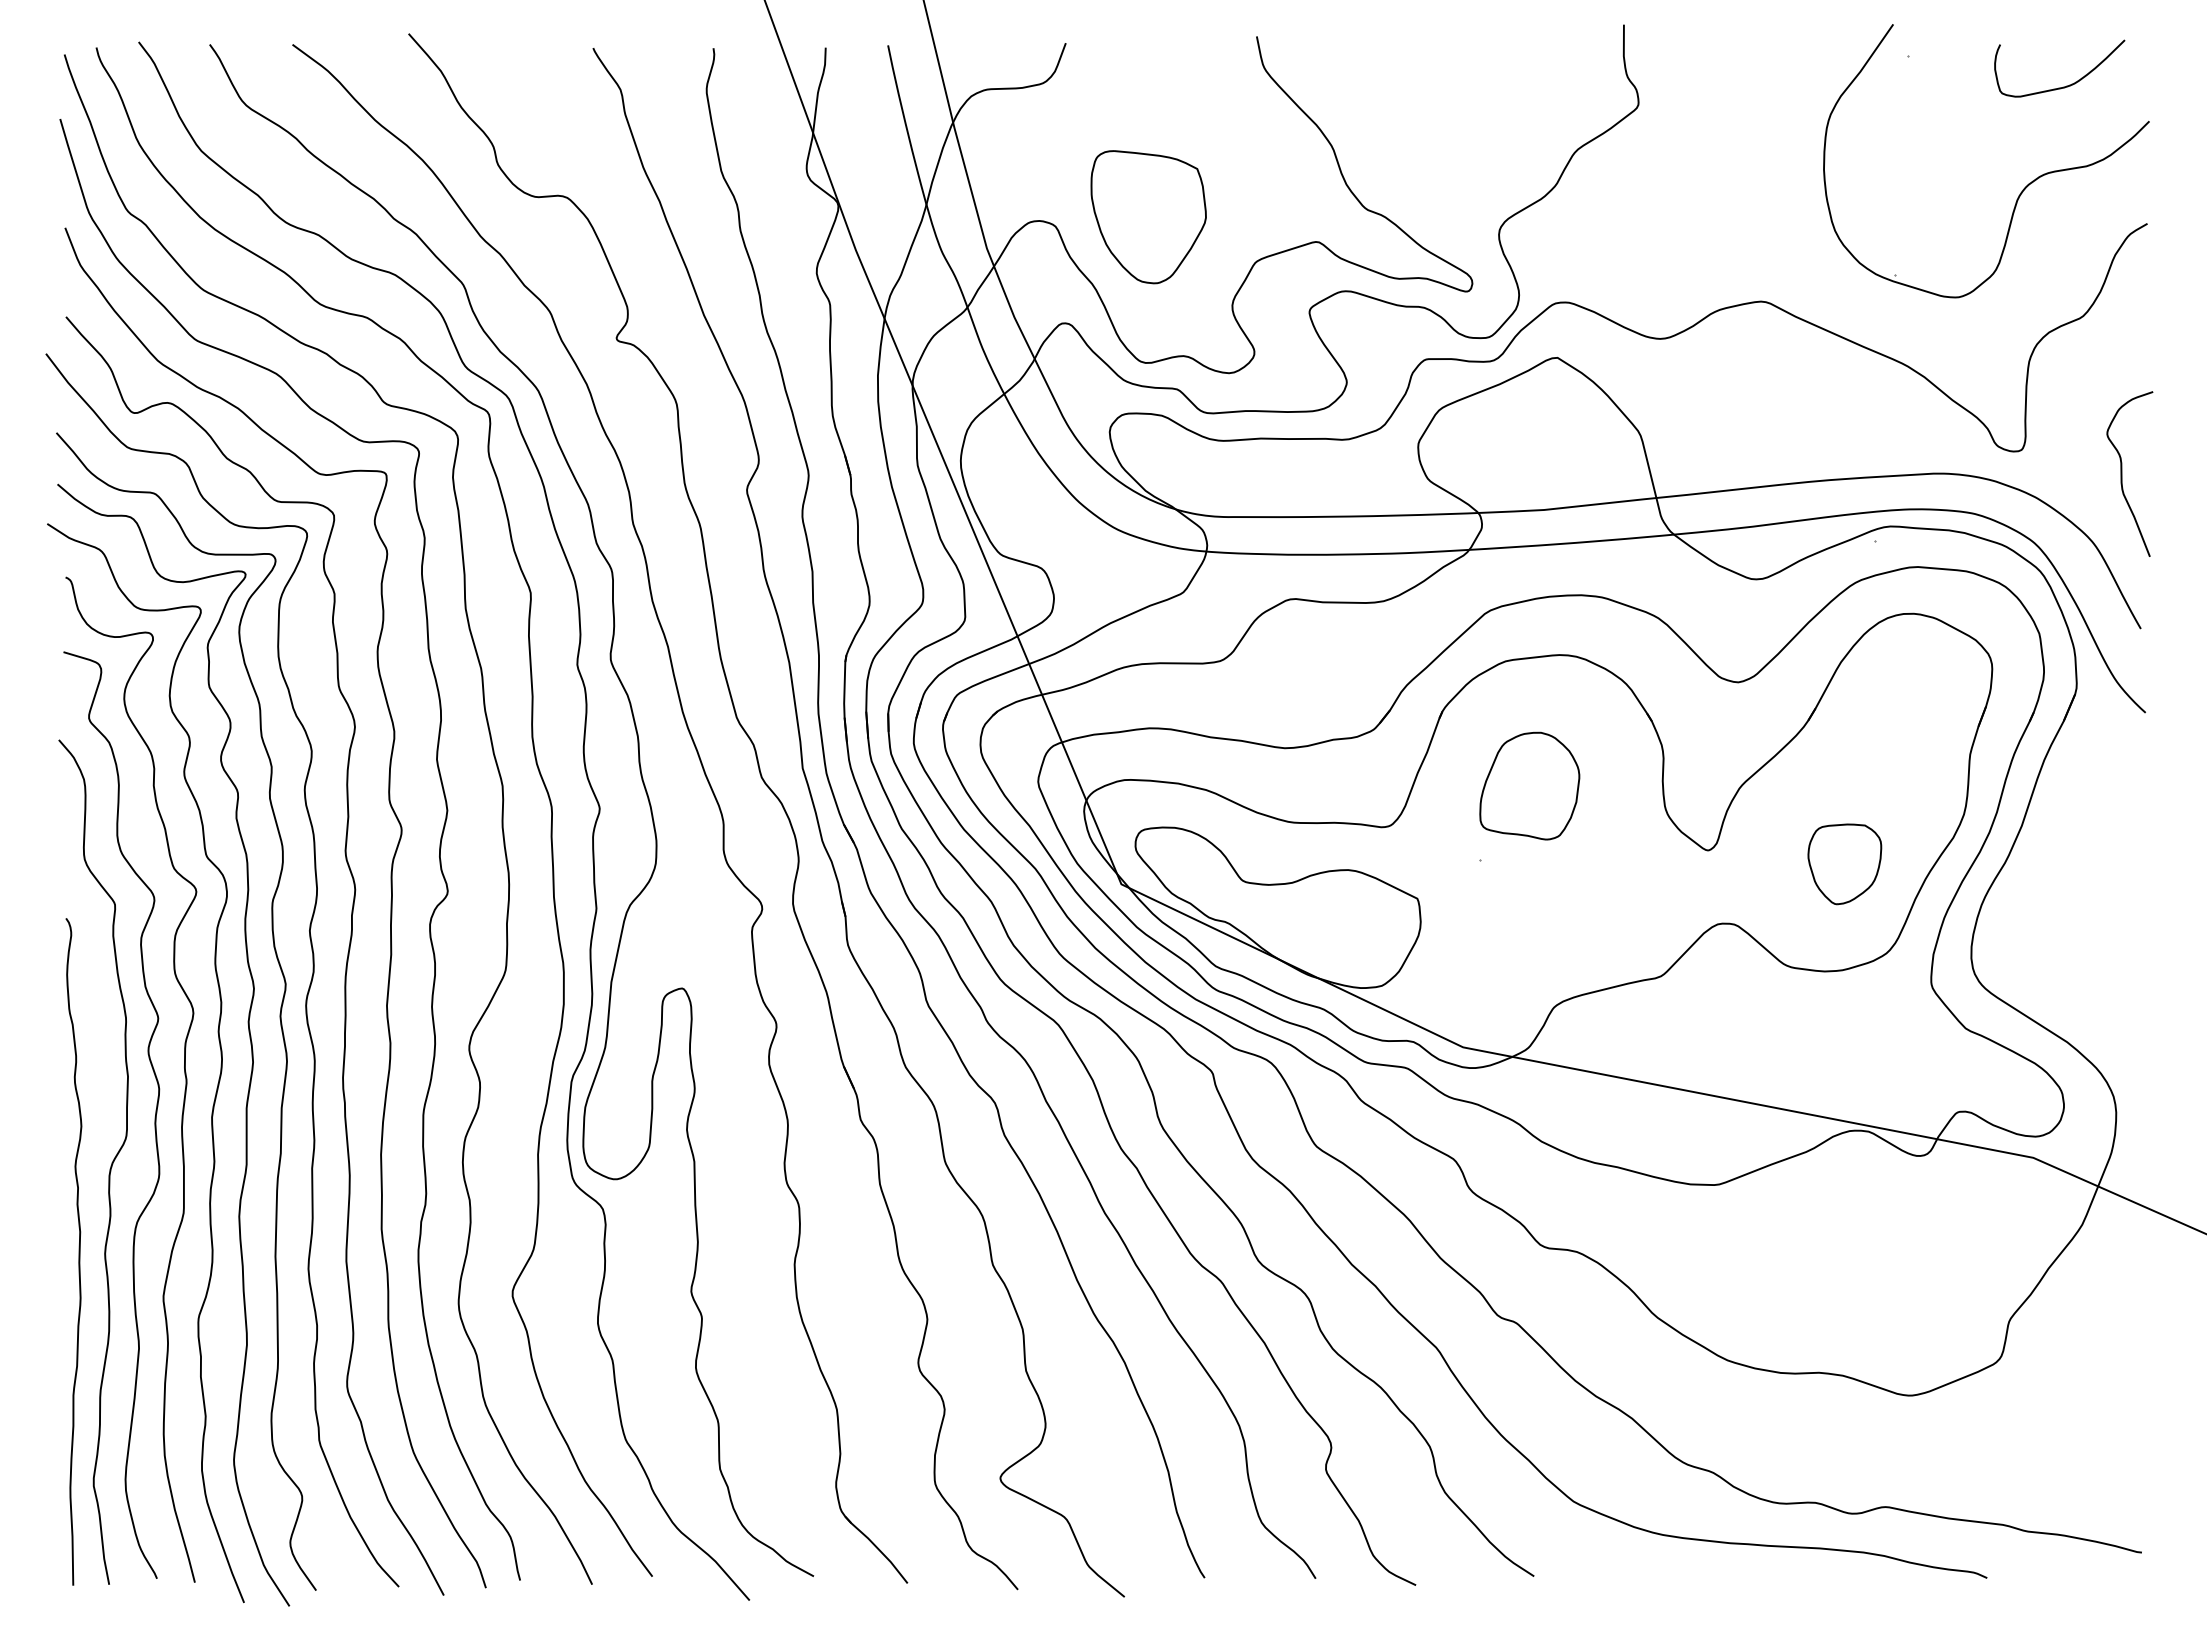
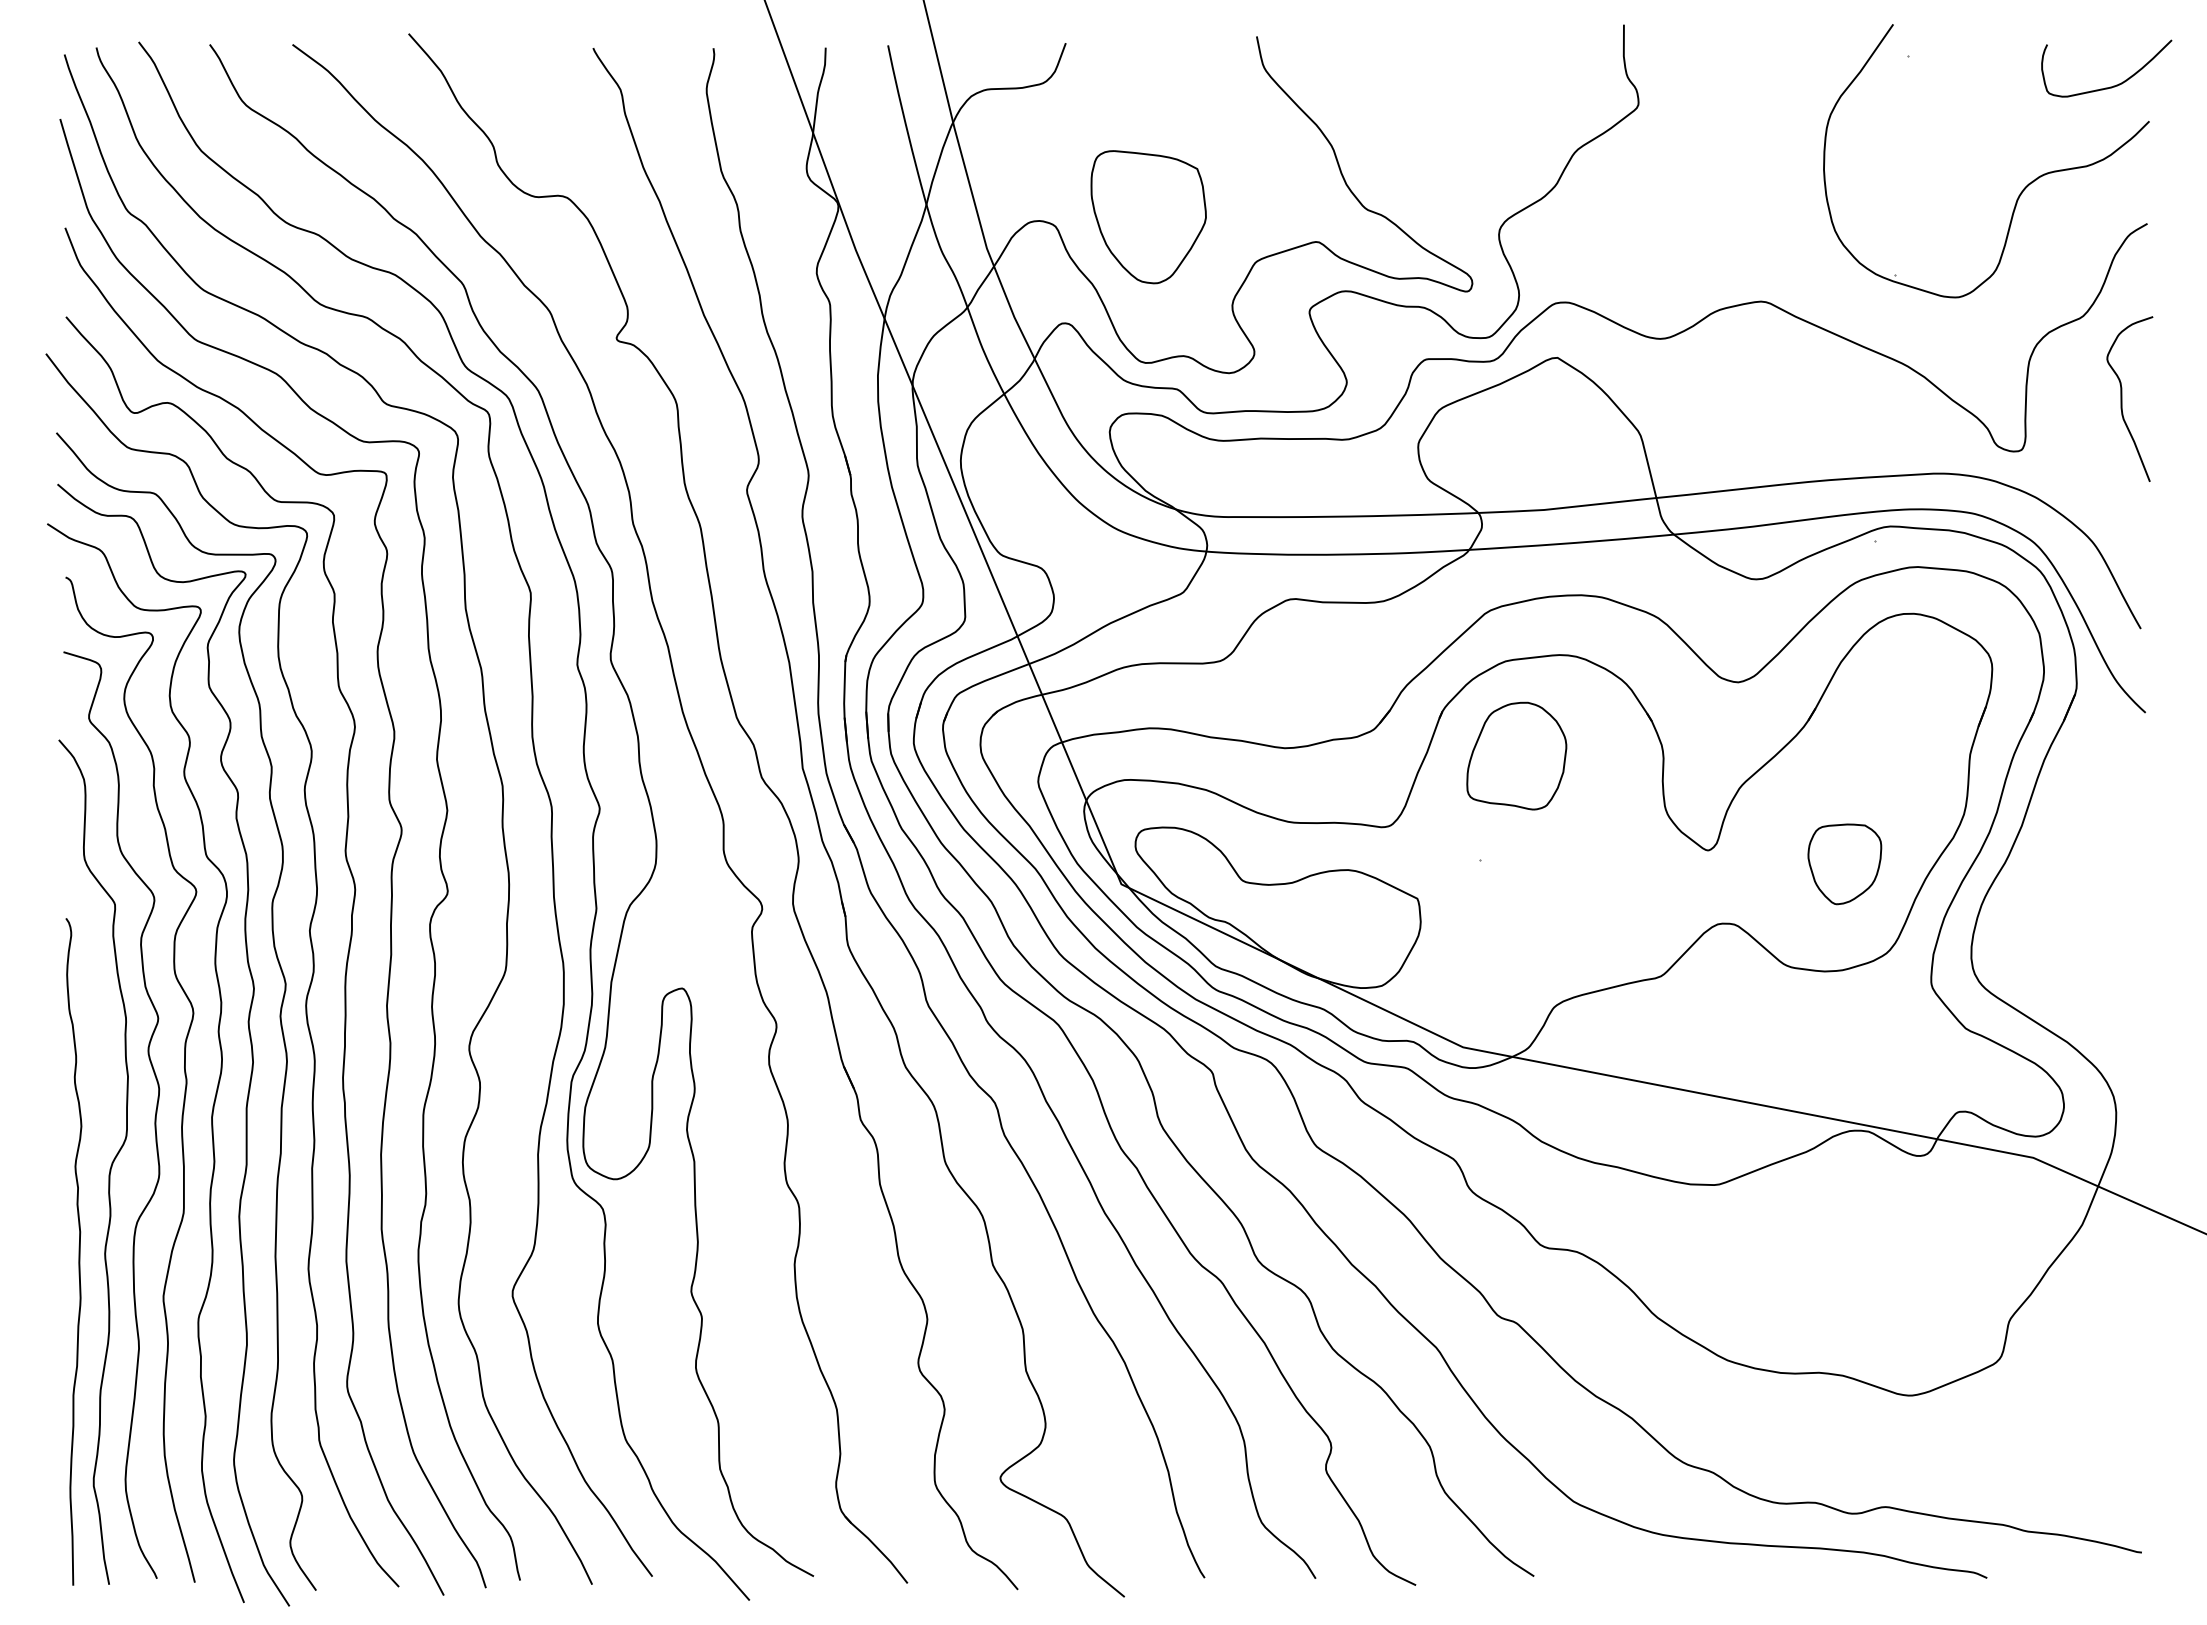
curve at (2066, 85) position: (2066, 85) -> (2113, 85)
curve at (2122, 473) position: (2122, 473) -> (2122, 398)
part at (1529, 785) position: (1529, 785) -> (1516, 755)
